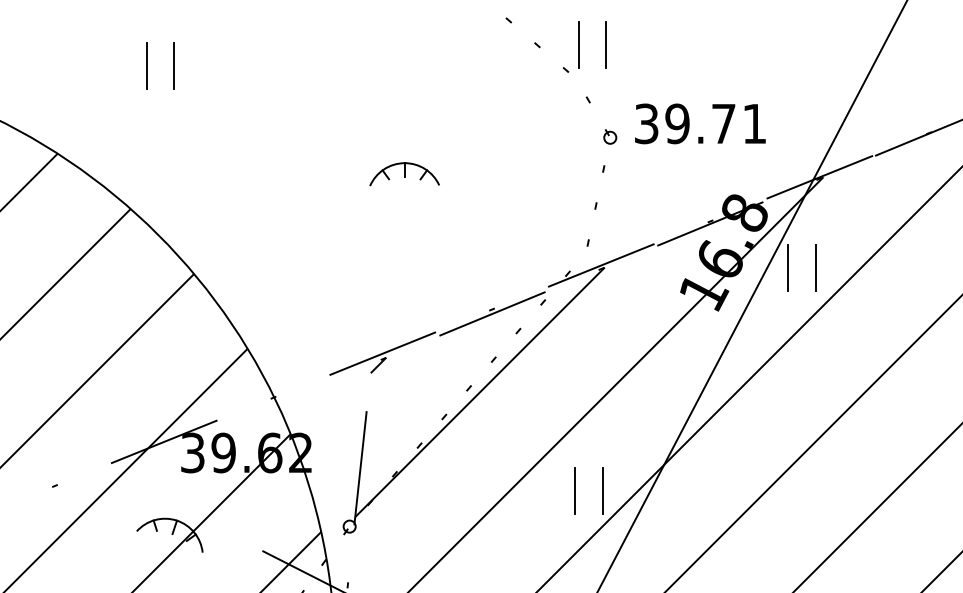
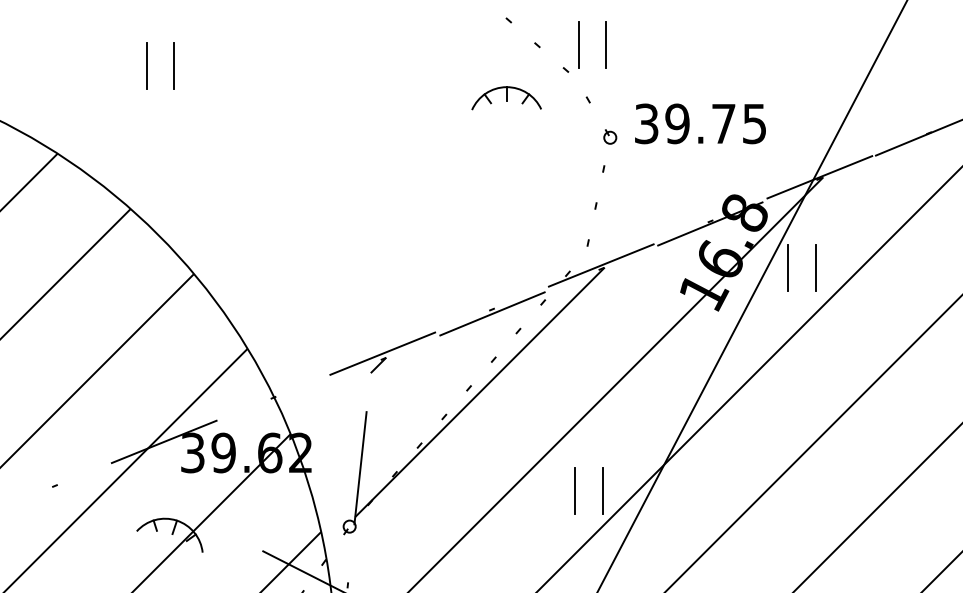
text at (754, 124): 39.71 -> 39.75
part at (404, 174) position: (404, 174) -> (506, 98)
